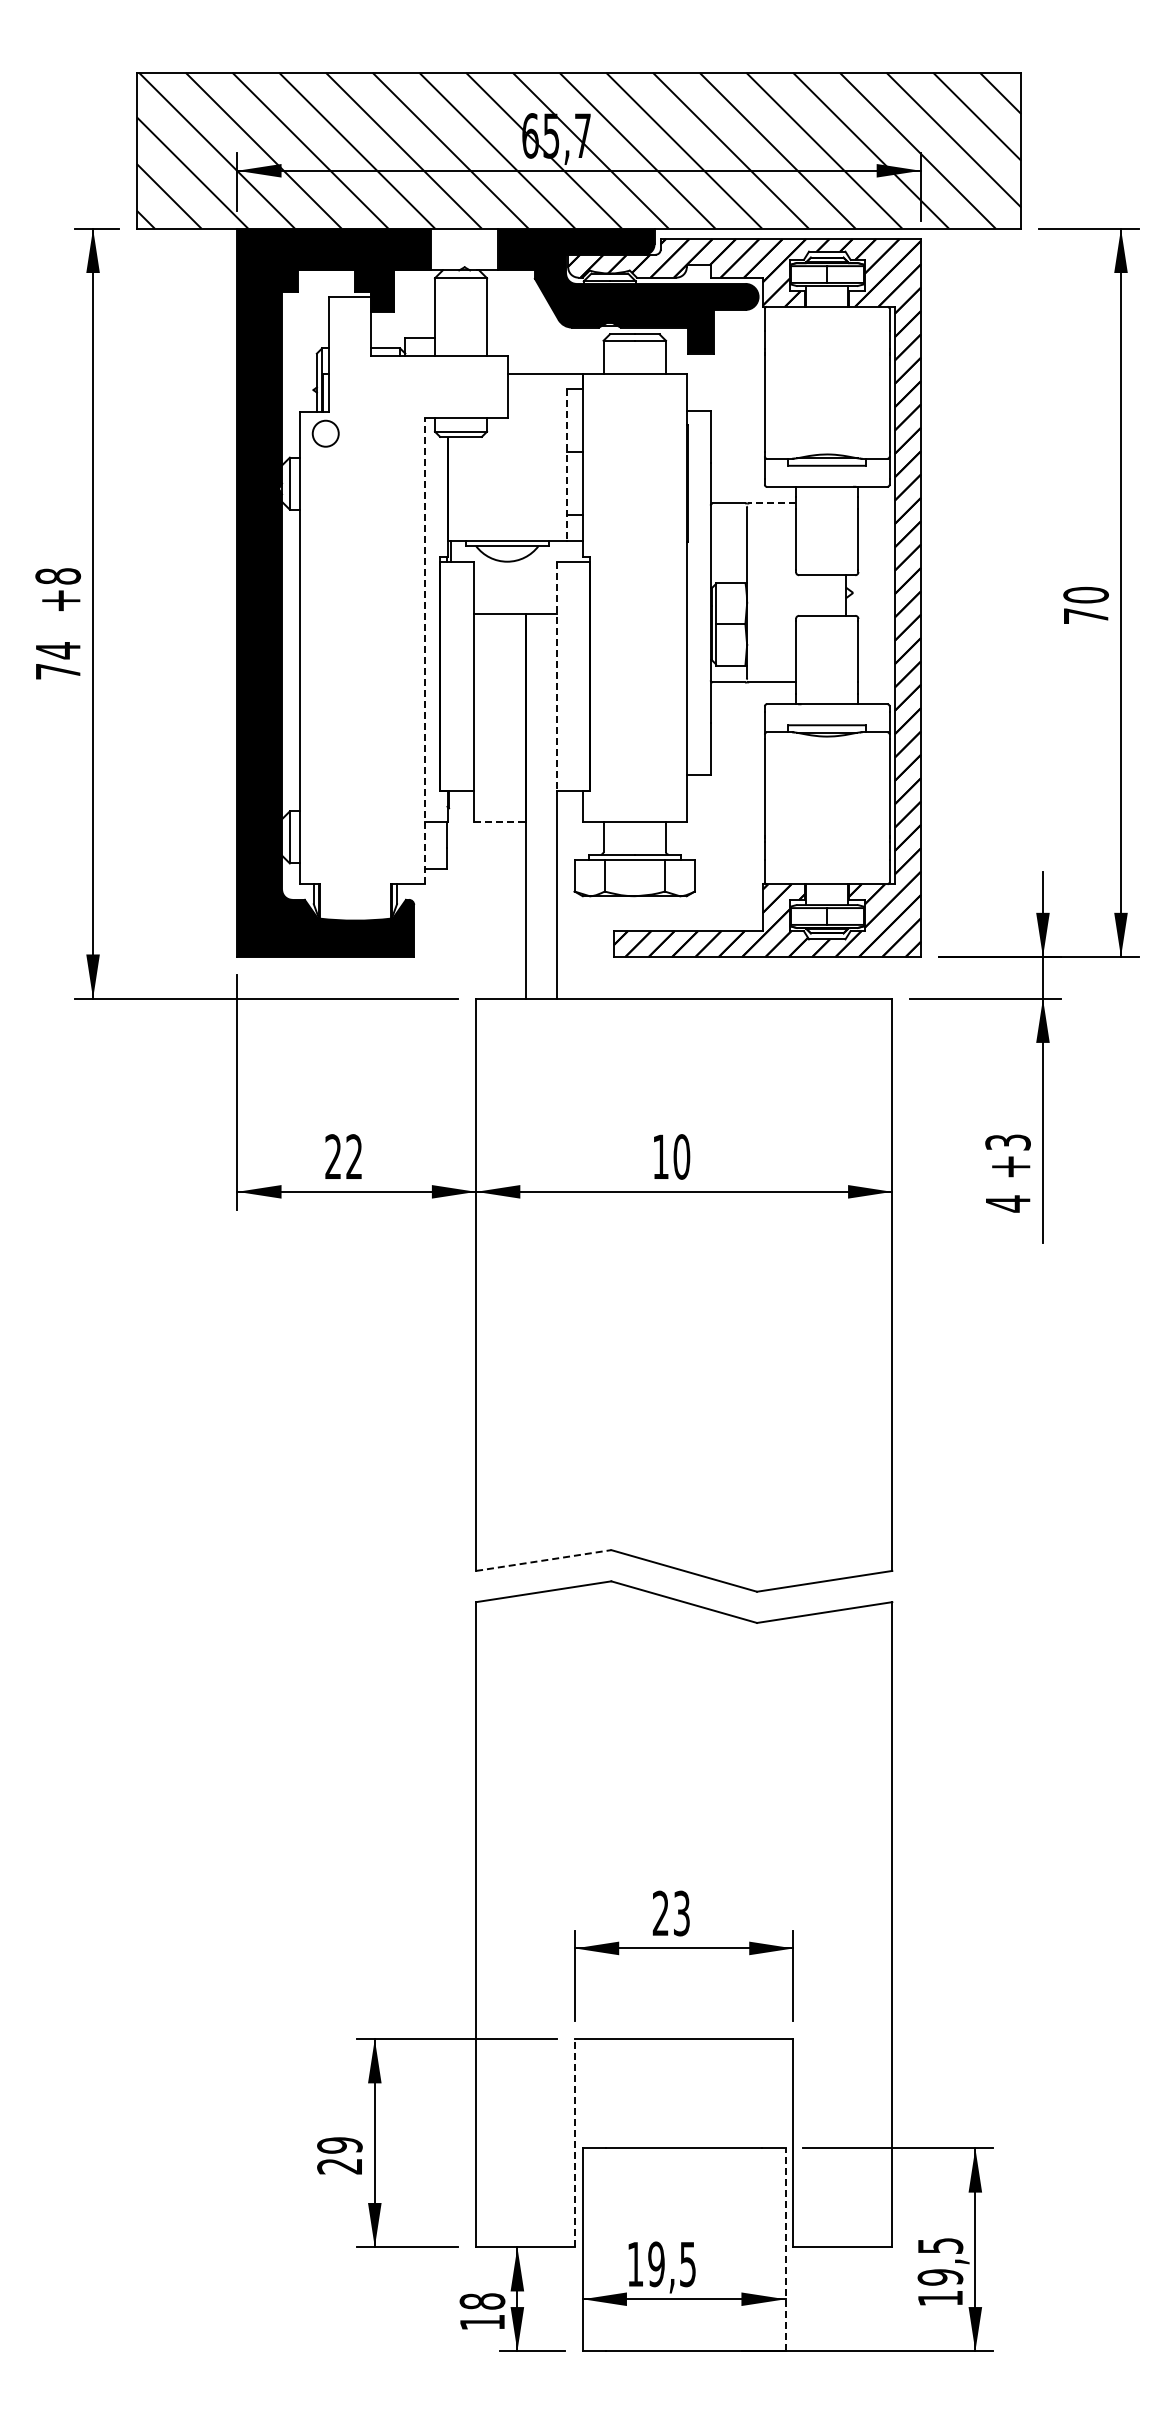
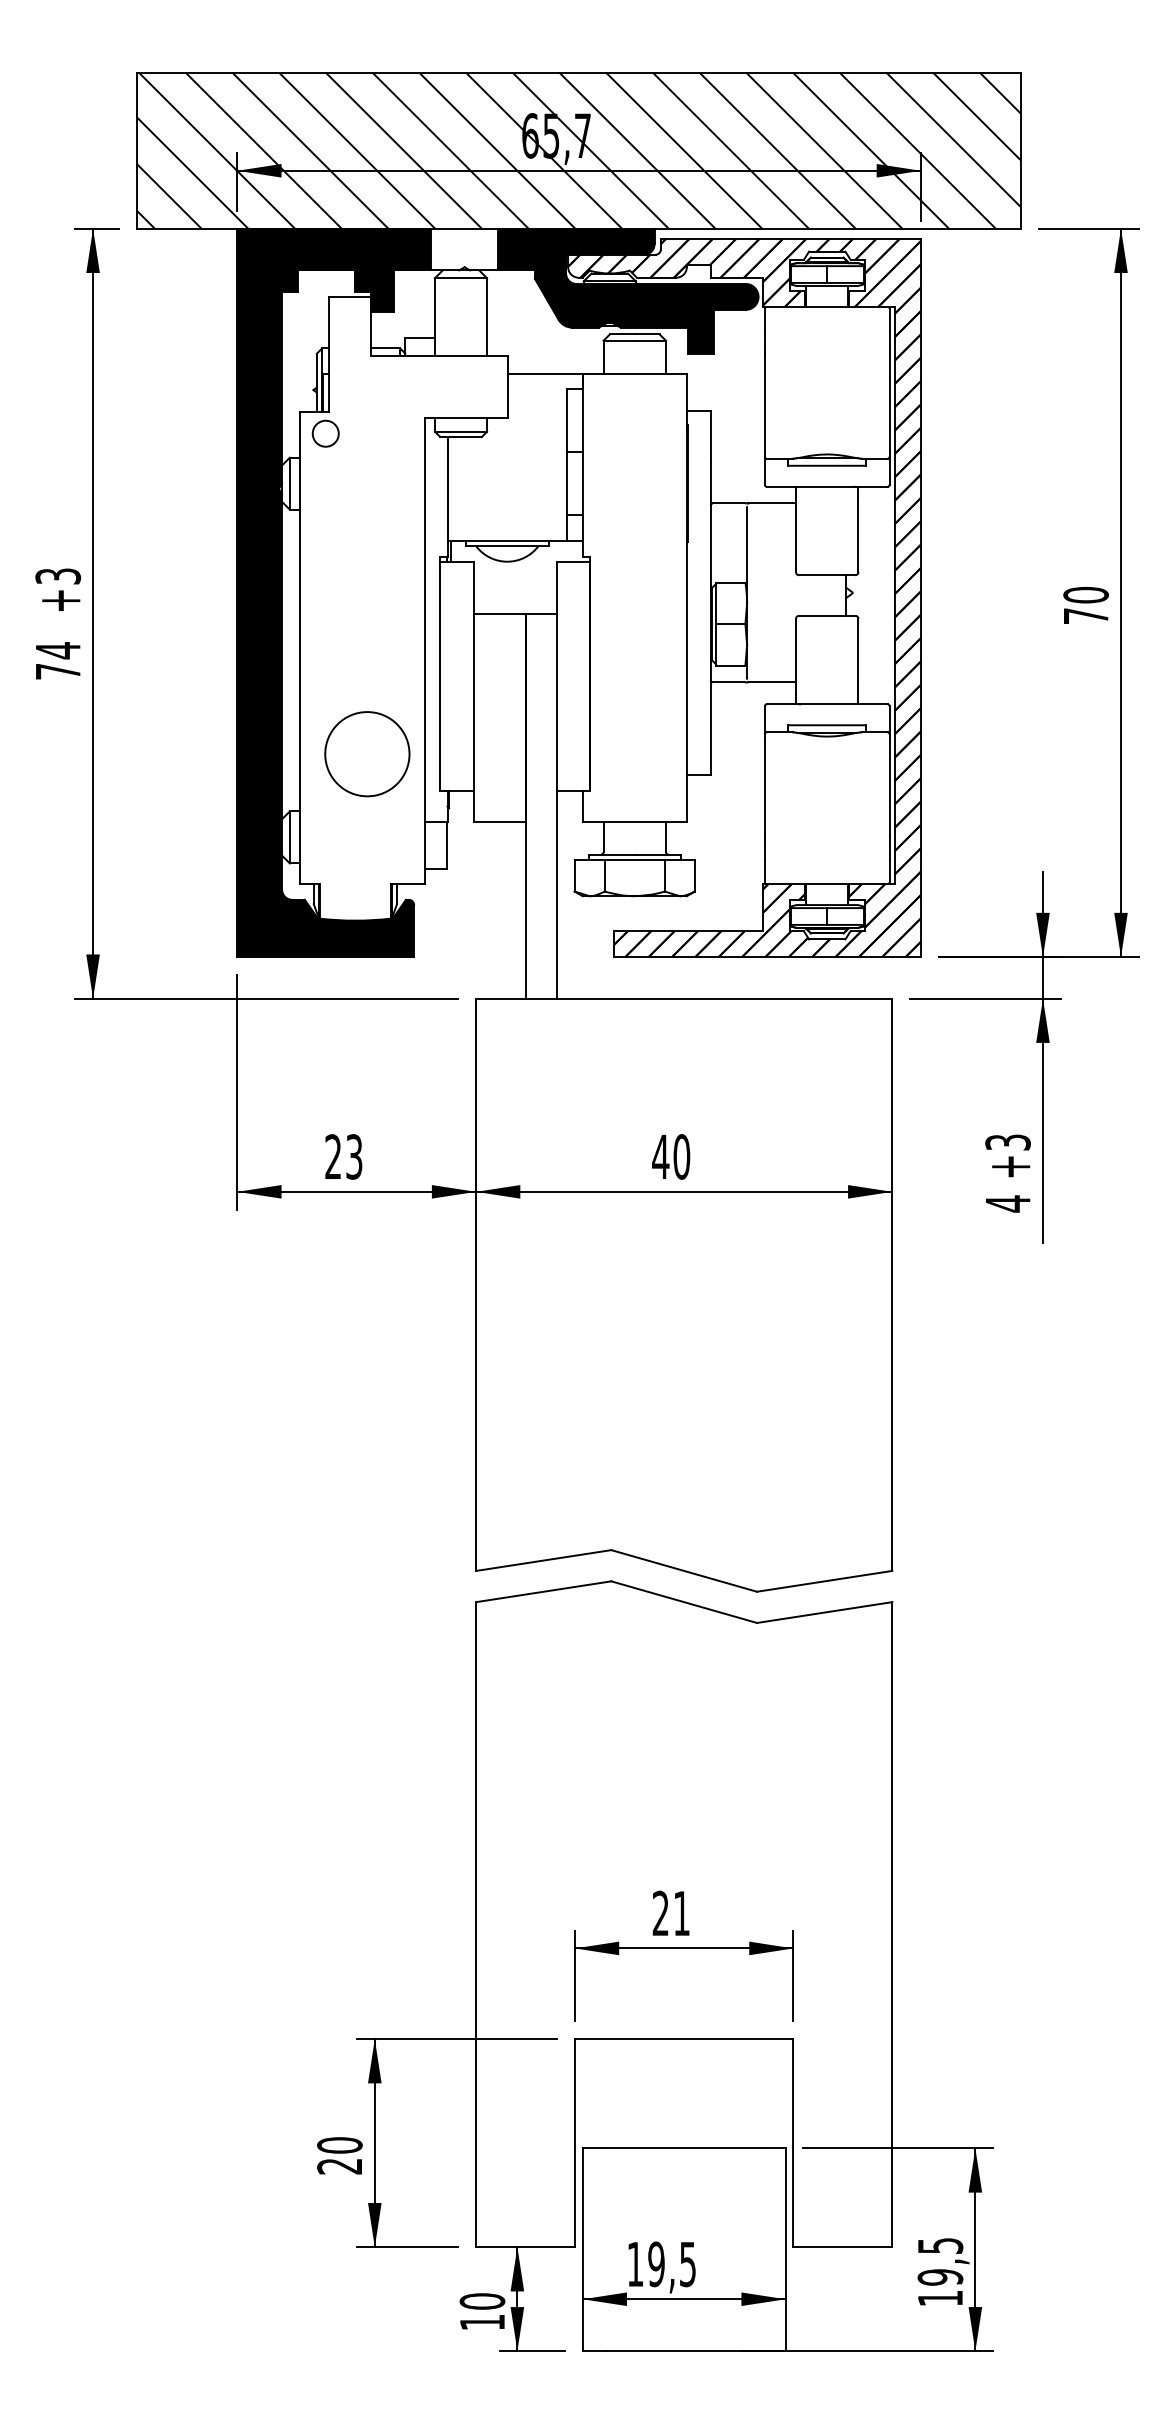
line at (567, 464): dashed -> solid
line at (772, 503): dashed -> solid
text at (58, 576): +8 -> +3
line at (424, 650): dashed -> solid
line at (556, 676): dashed -> solid
circle at (367, 754): none -> present
line at (500, 821): dashed -> solid
text at (354, 1156): 22 -> 23
text at (660, 1156): 10 -> 40
line at (544, 1560): dashed -> solid
text at (681, 1913): 23 -> 21
line at (574, 2142): dashed -> solid
text at (339, 2145): 29 -> 20
line at (785, 2249): dashed -> solid
text at (482, 2301): 18 -> 10
